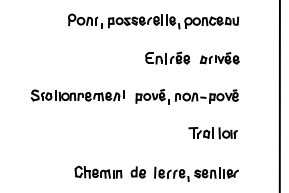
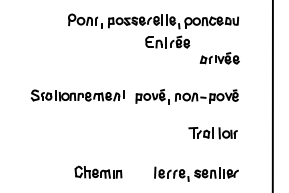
part at (167, 57) position: (167, 57) -> (167, 41)
line at (279, 95) position: (279, 95) -> (272, 95)
part at (137, 172): present -> none
